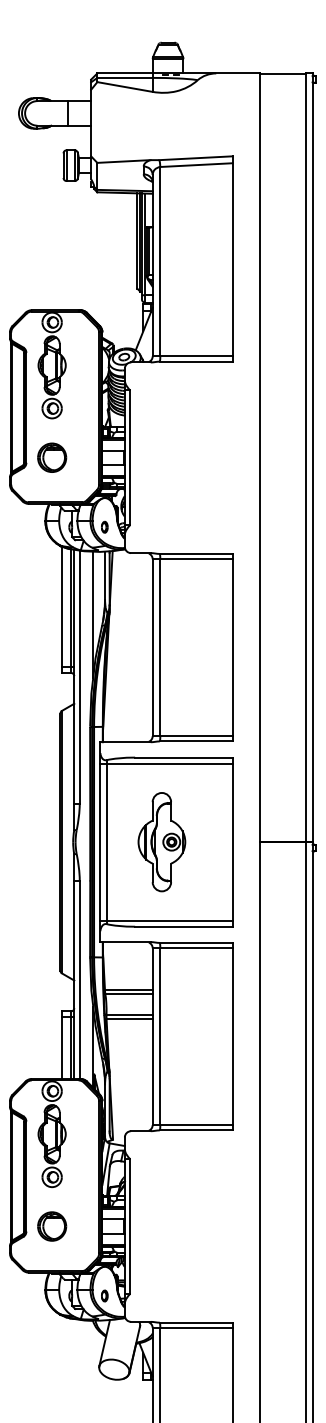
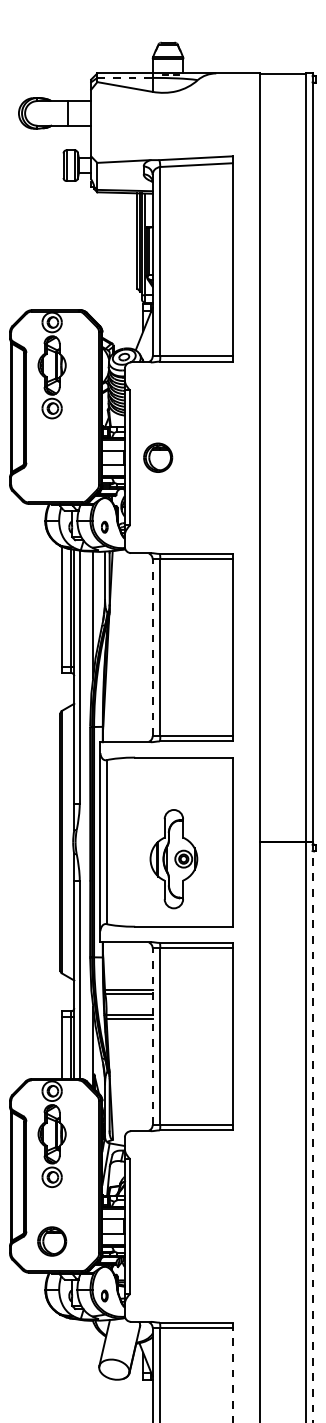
line at (125, 77): solid -> dashed
part at (52, 457) position: (52, 457) -> (158, 457)
line at (152, 647): solid -> dashed
line at (166, 763): present -> none
part at (161, 842) position: (161, 842) -> (173, 859)
line at (166, 920): present -> none
line at (152, 1036): solid -> dashed
line at (312, 1133): solid -> dashed
part at (52, 1226) position: (52, 1226) -> (52, 1241)
line at (232, 1372): solid -> dashed
